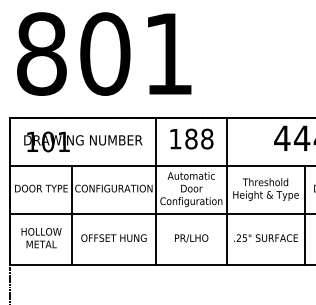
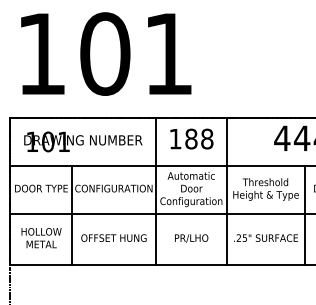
text at (41, 53): 801 -> 101
